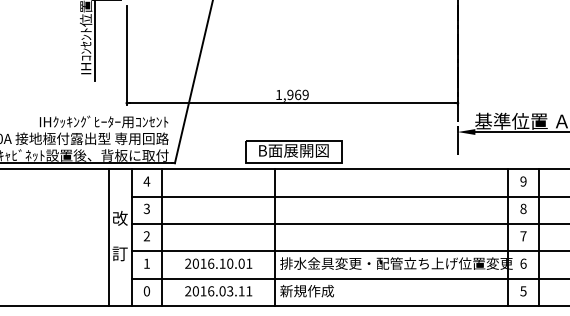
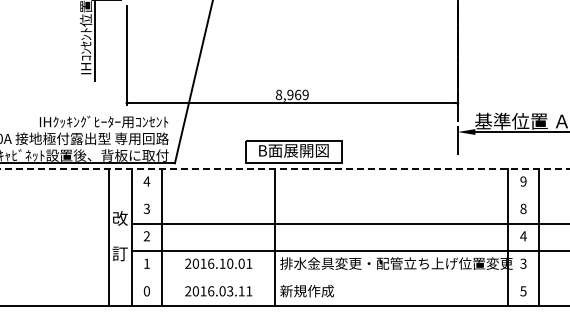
text at (278, 94): 1,969 -> 8,969
line at (285, 169): solid -> dashed
line at (348, 196): present -> none
text at (523, 236): 7 -> 4
text at (523, 263): 6 -> 3
line at (348, 278): present -> none
